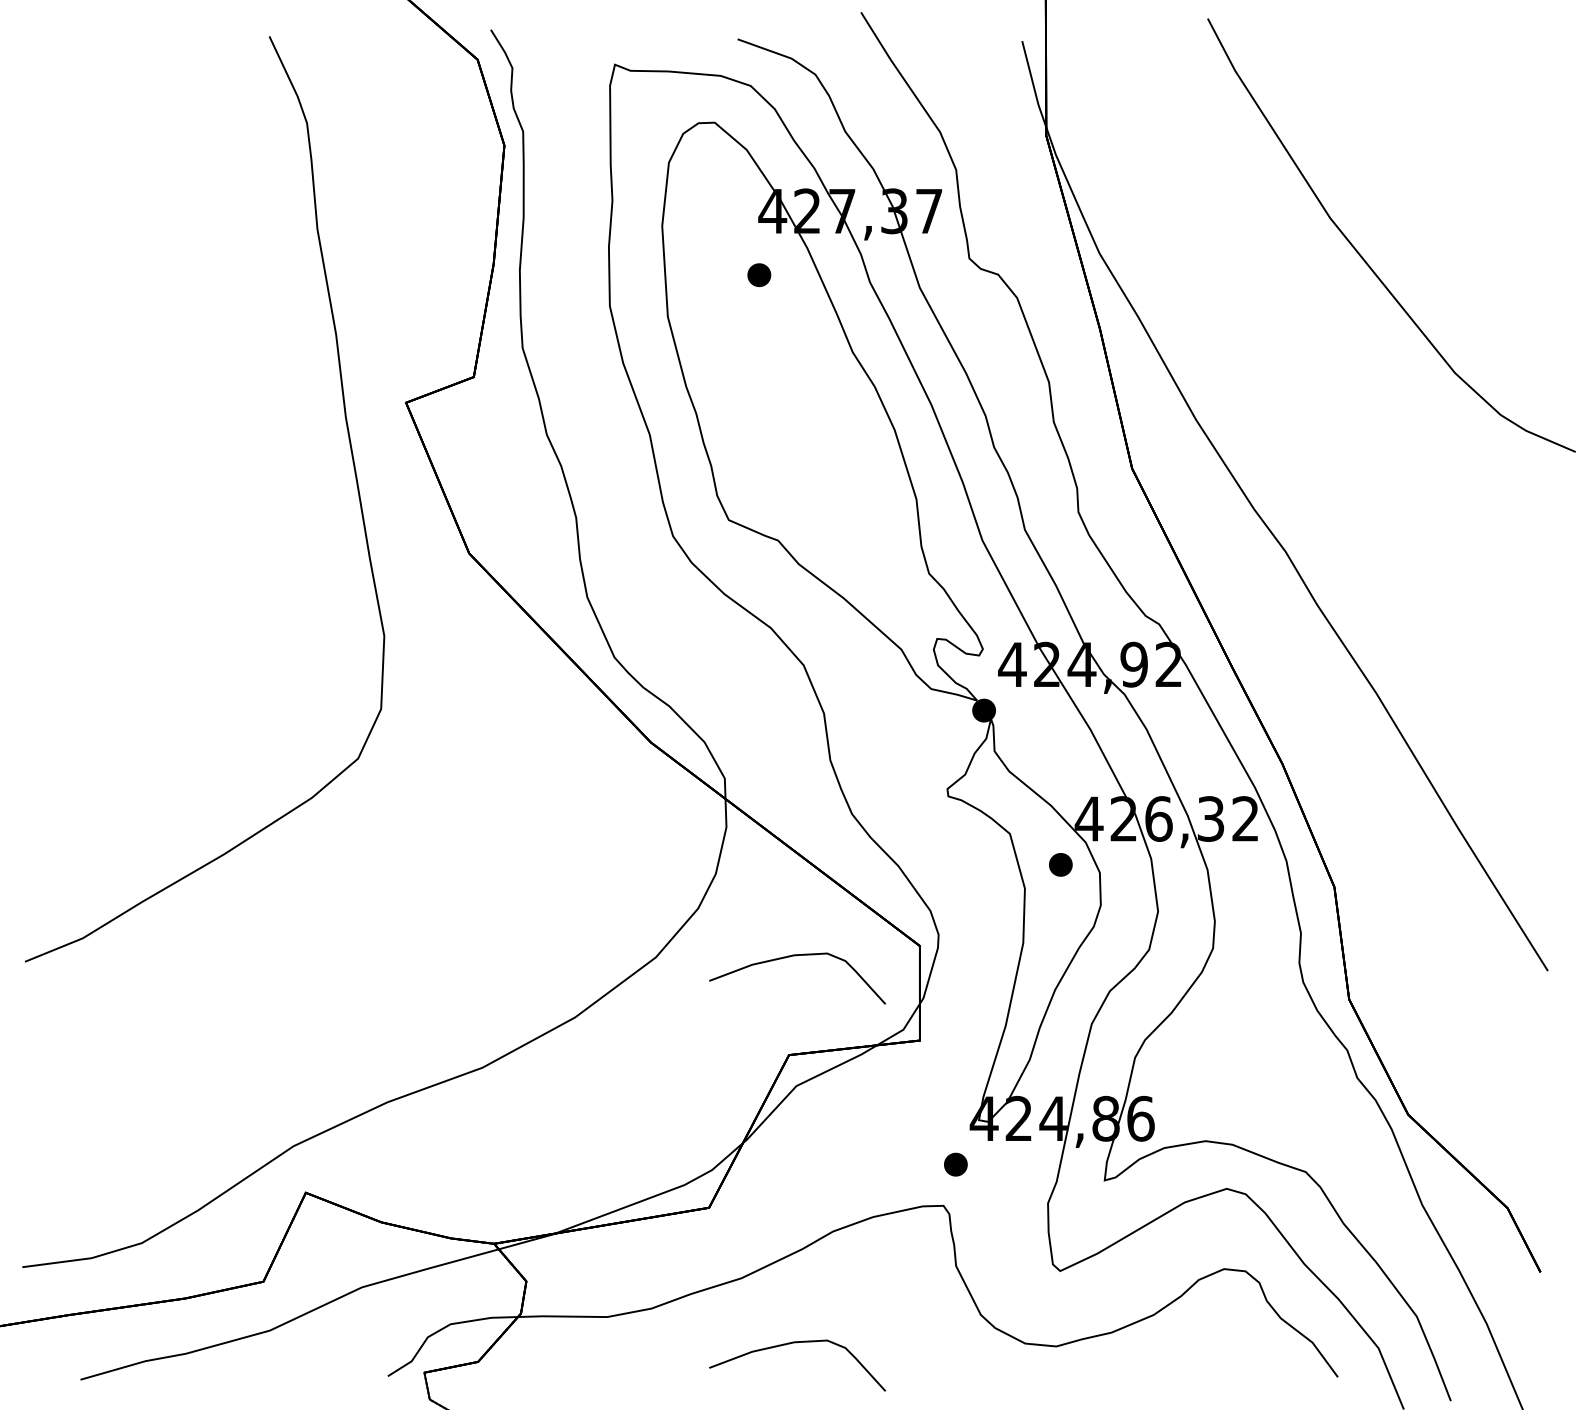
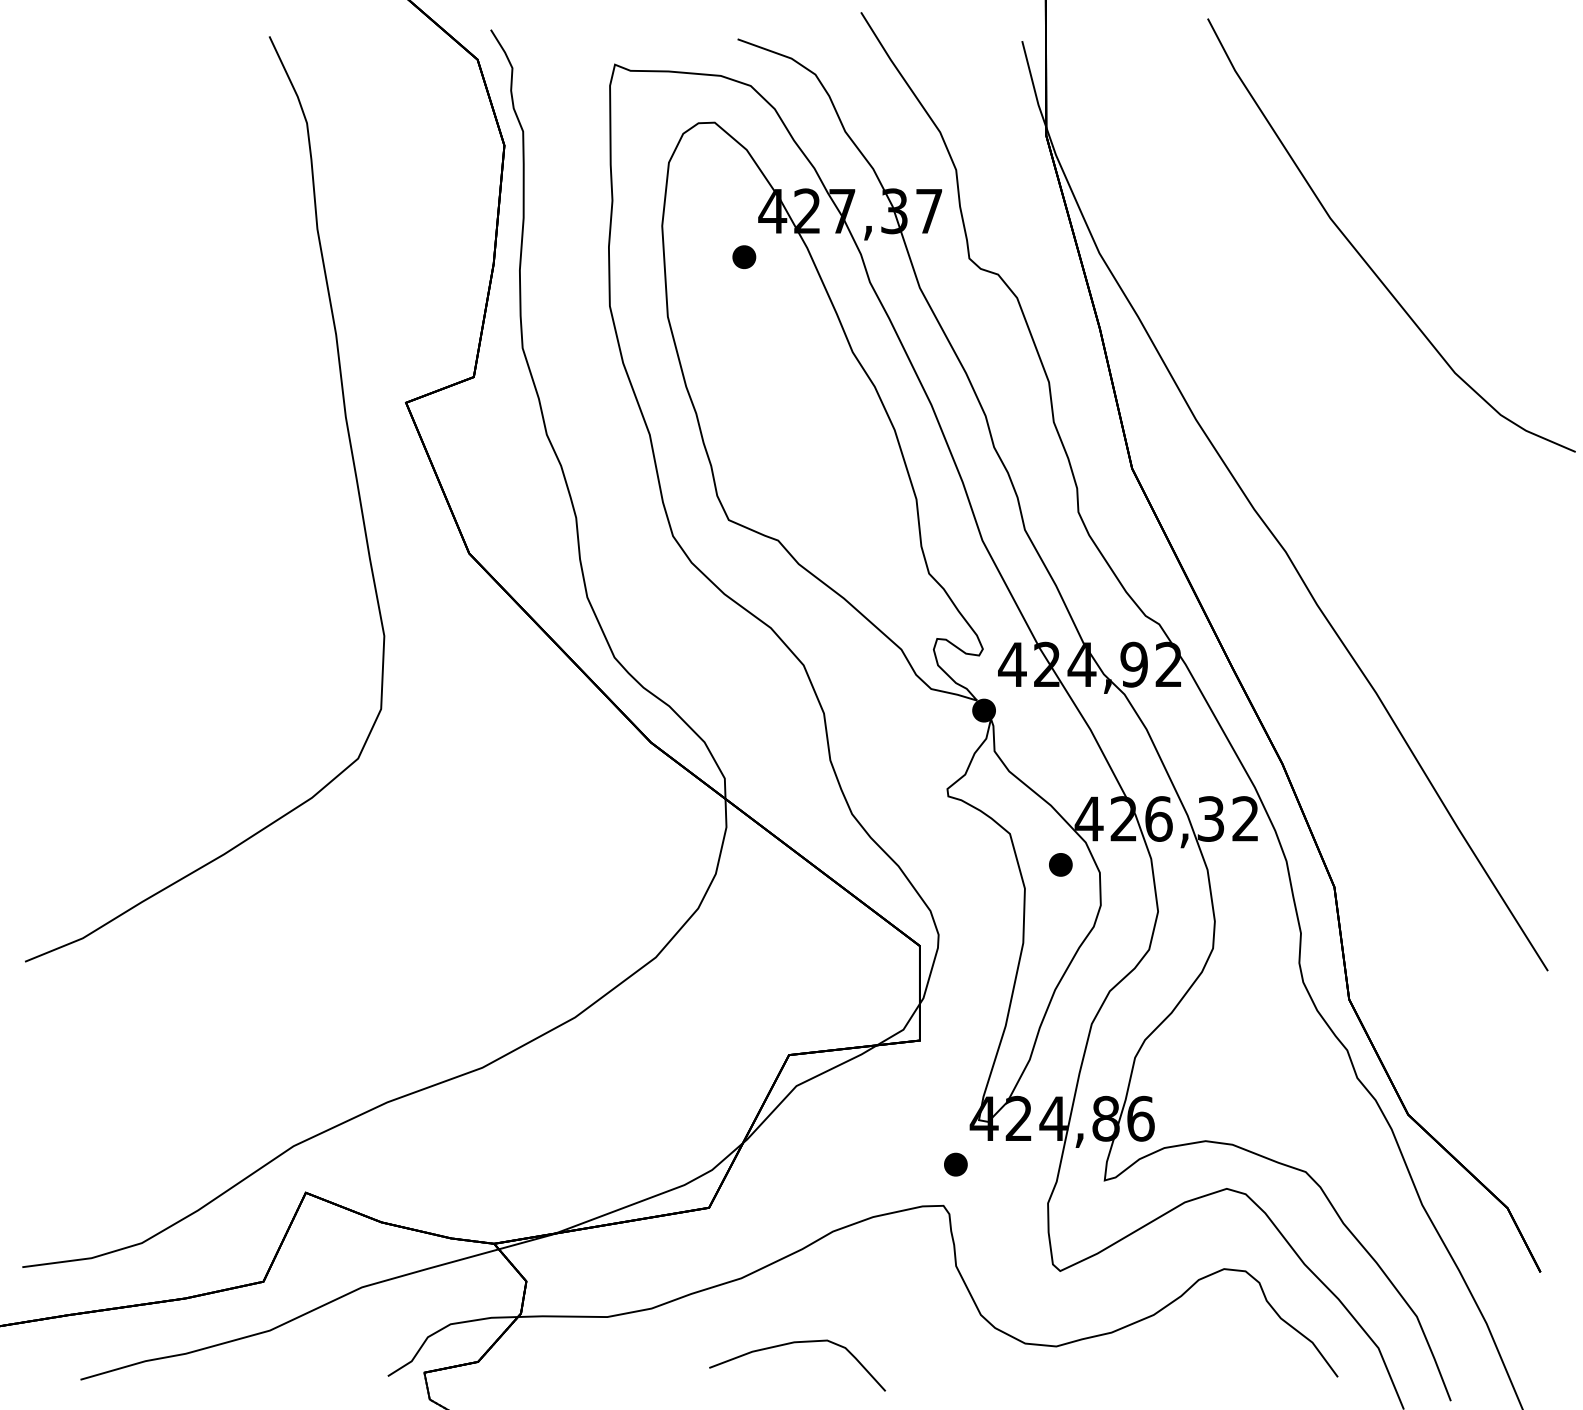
part at (759, 274) position: (759, 274) -> (744, 256)
part at (796, 956): present -> none
